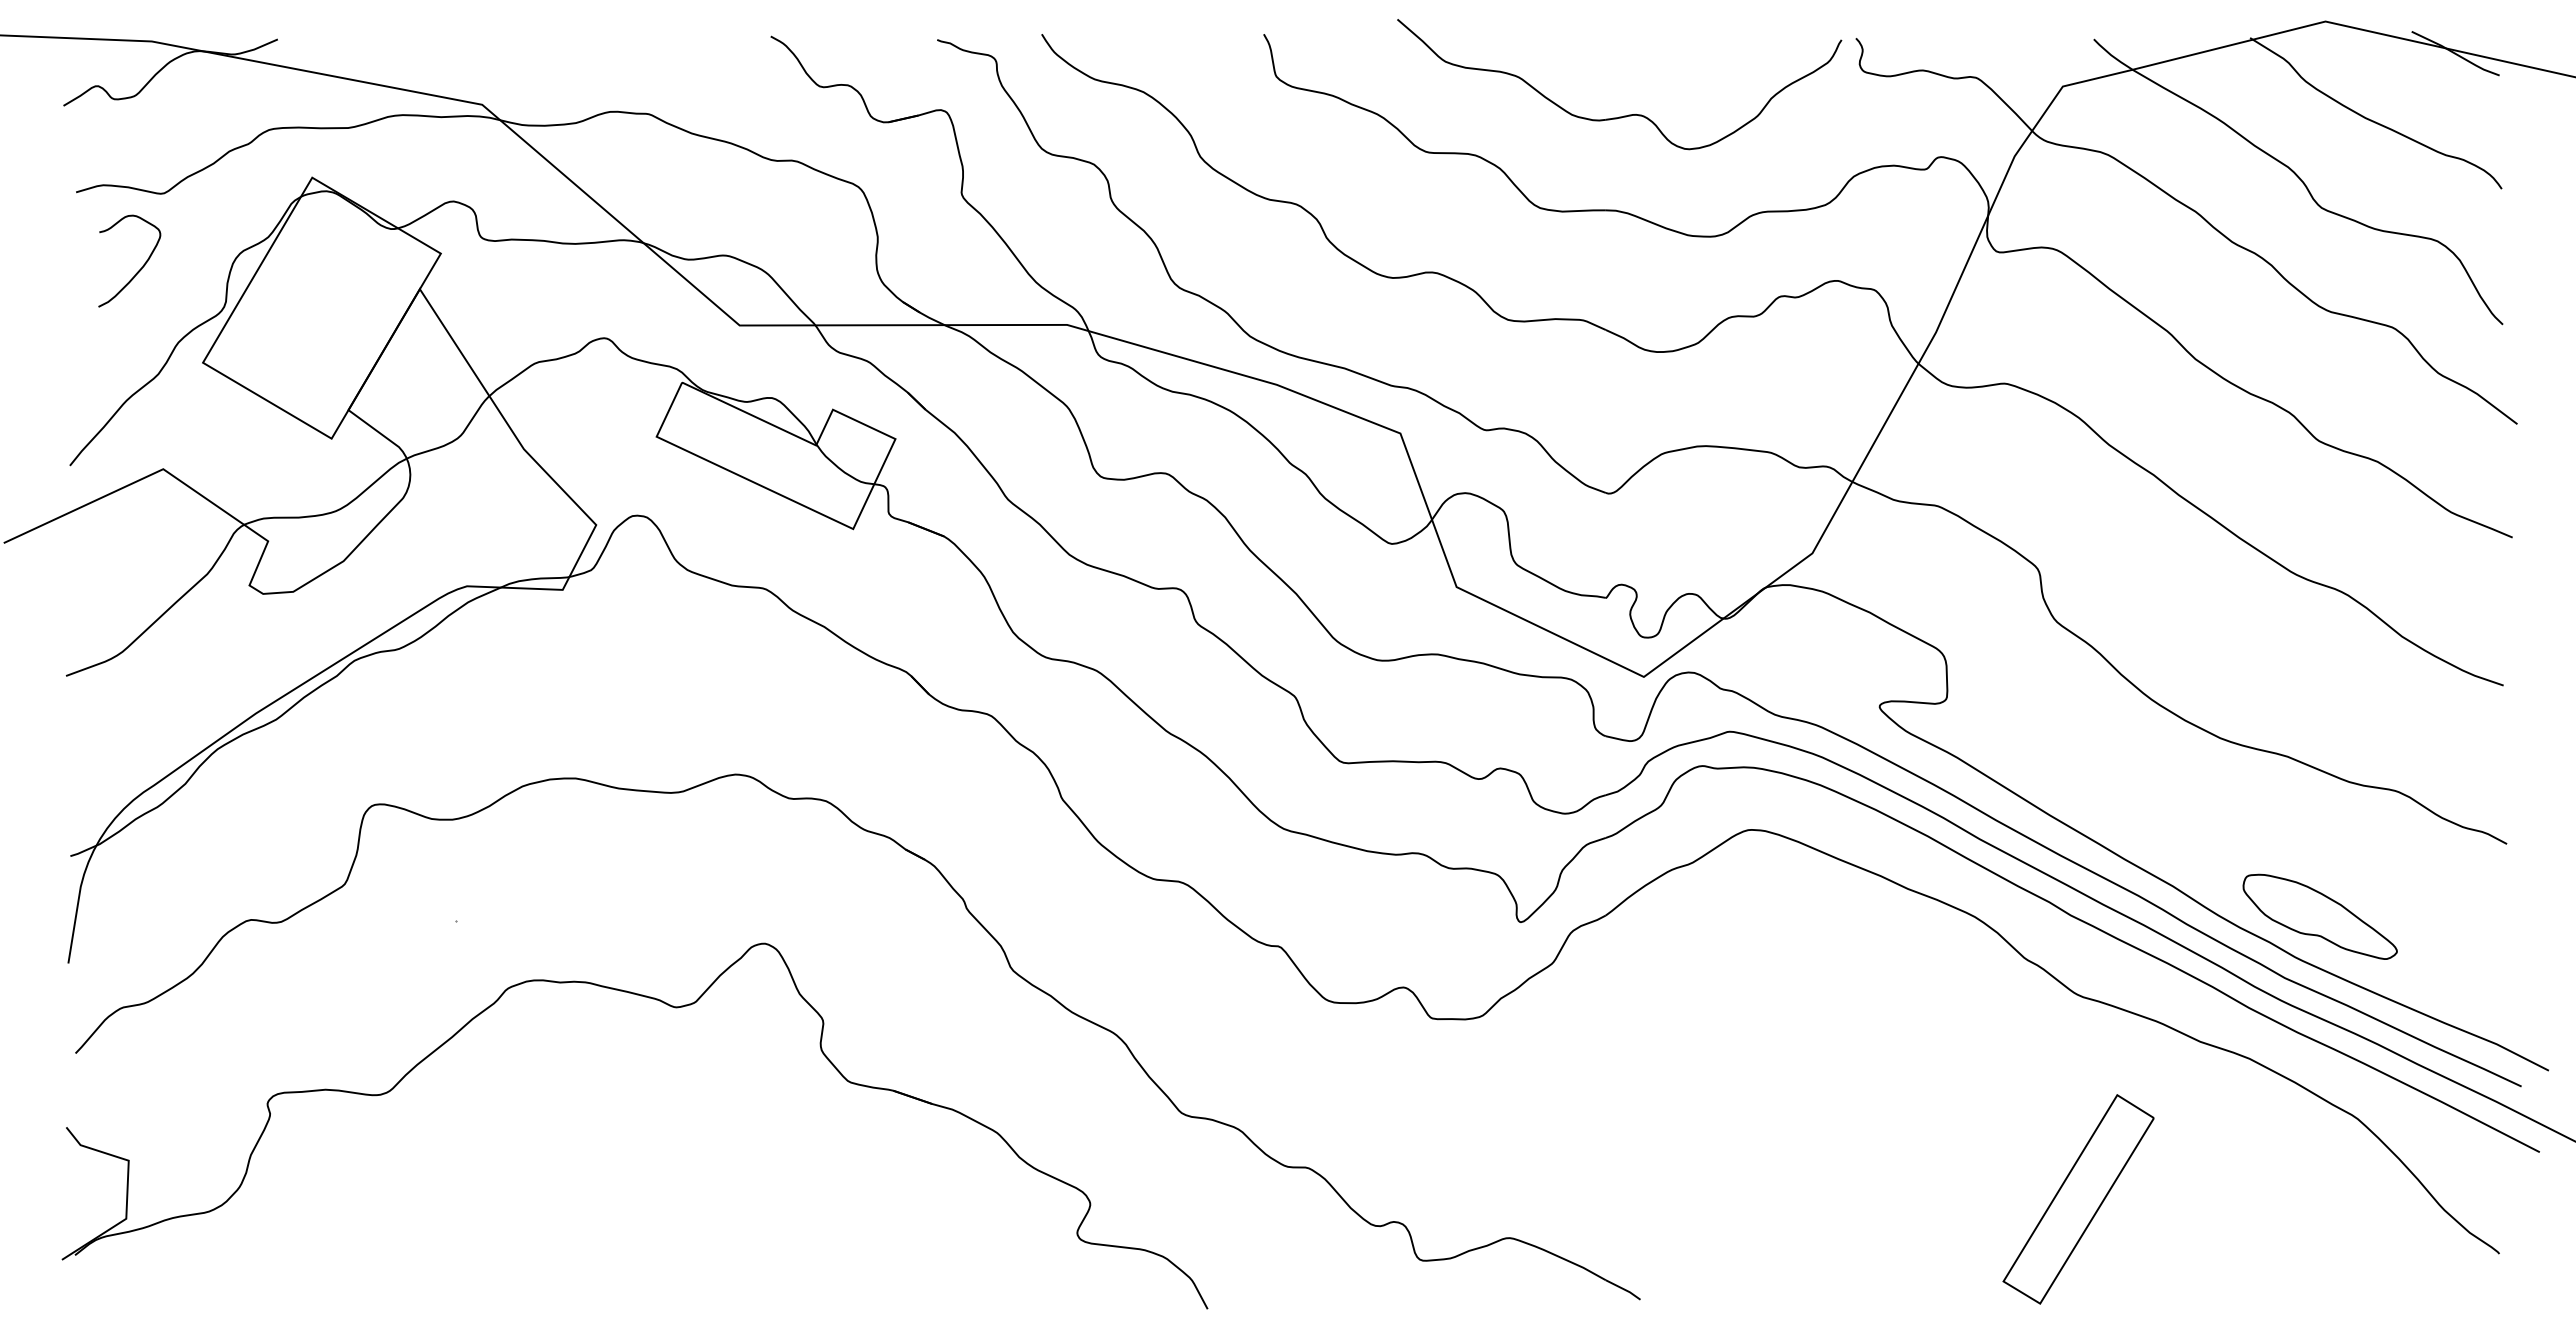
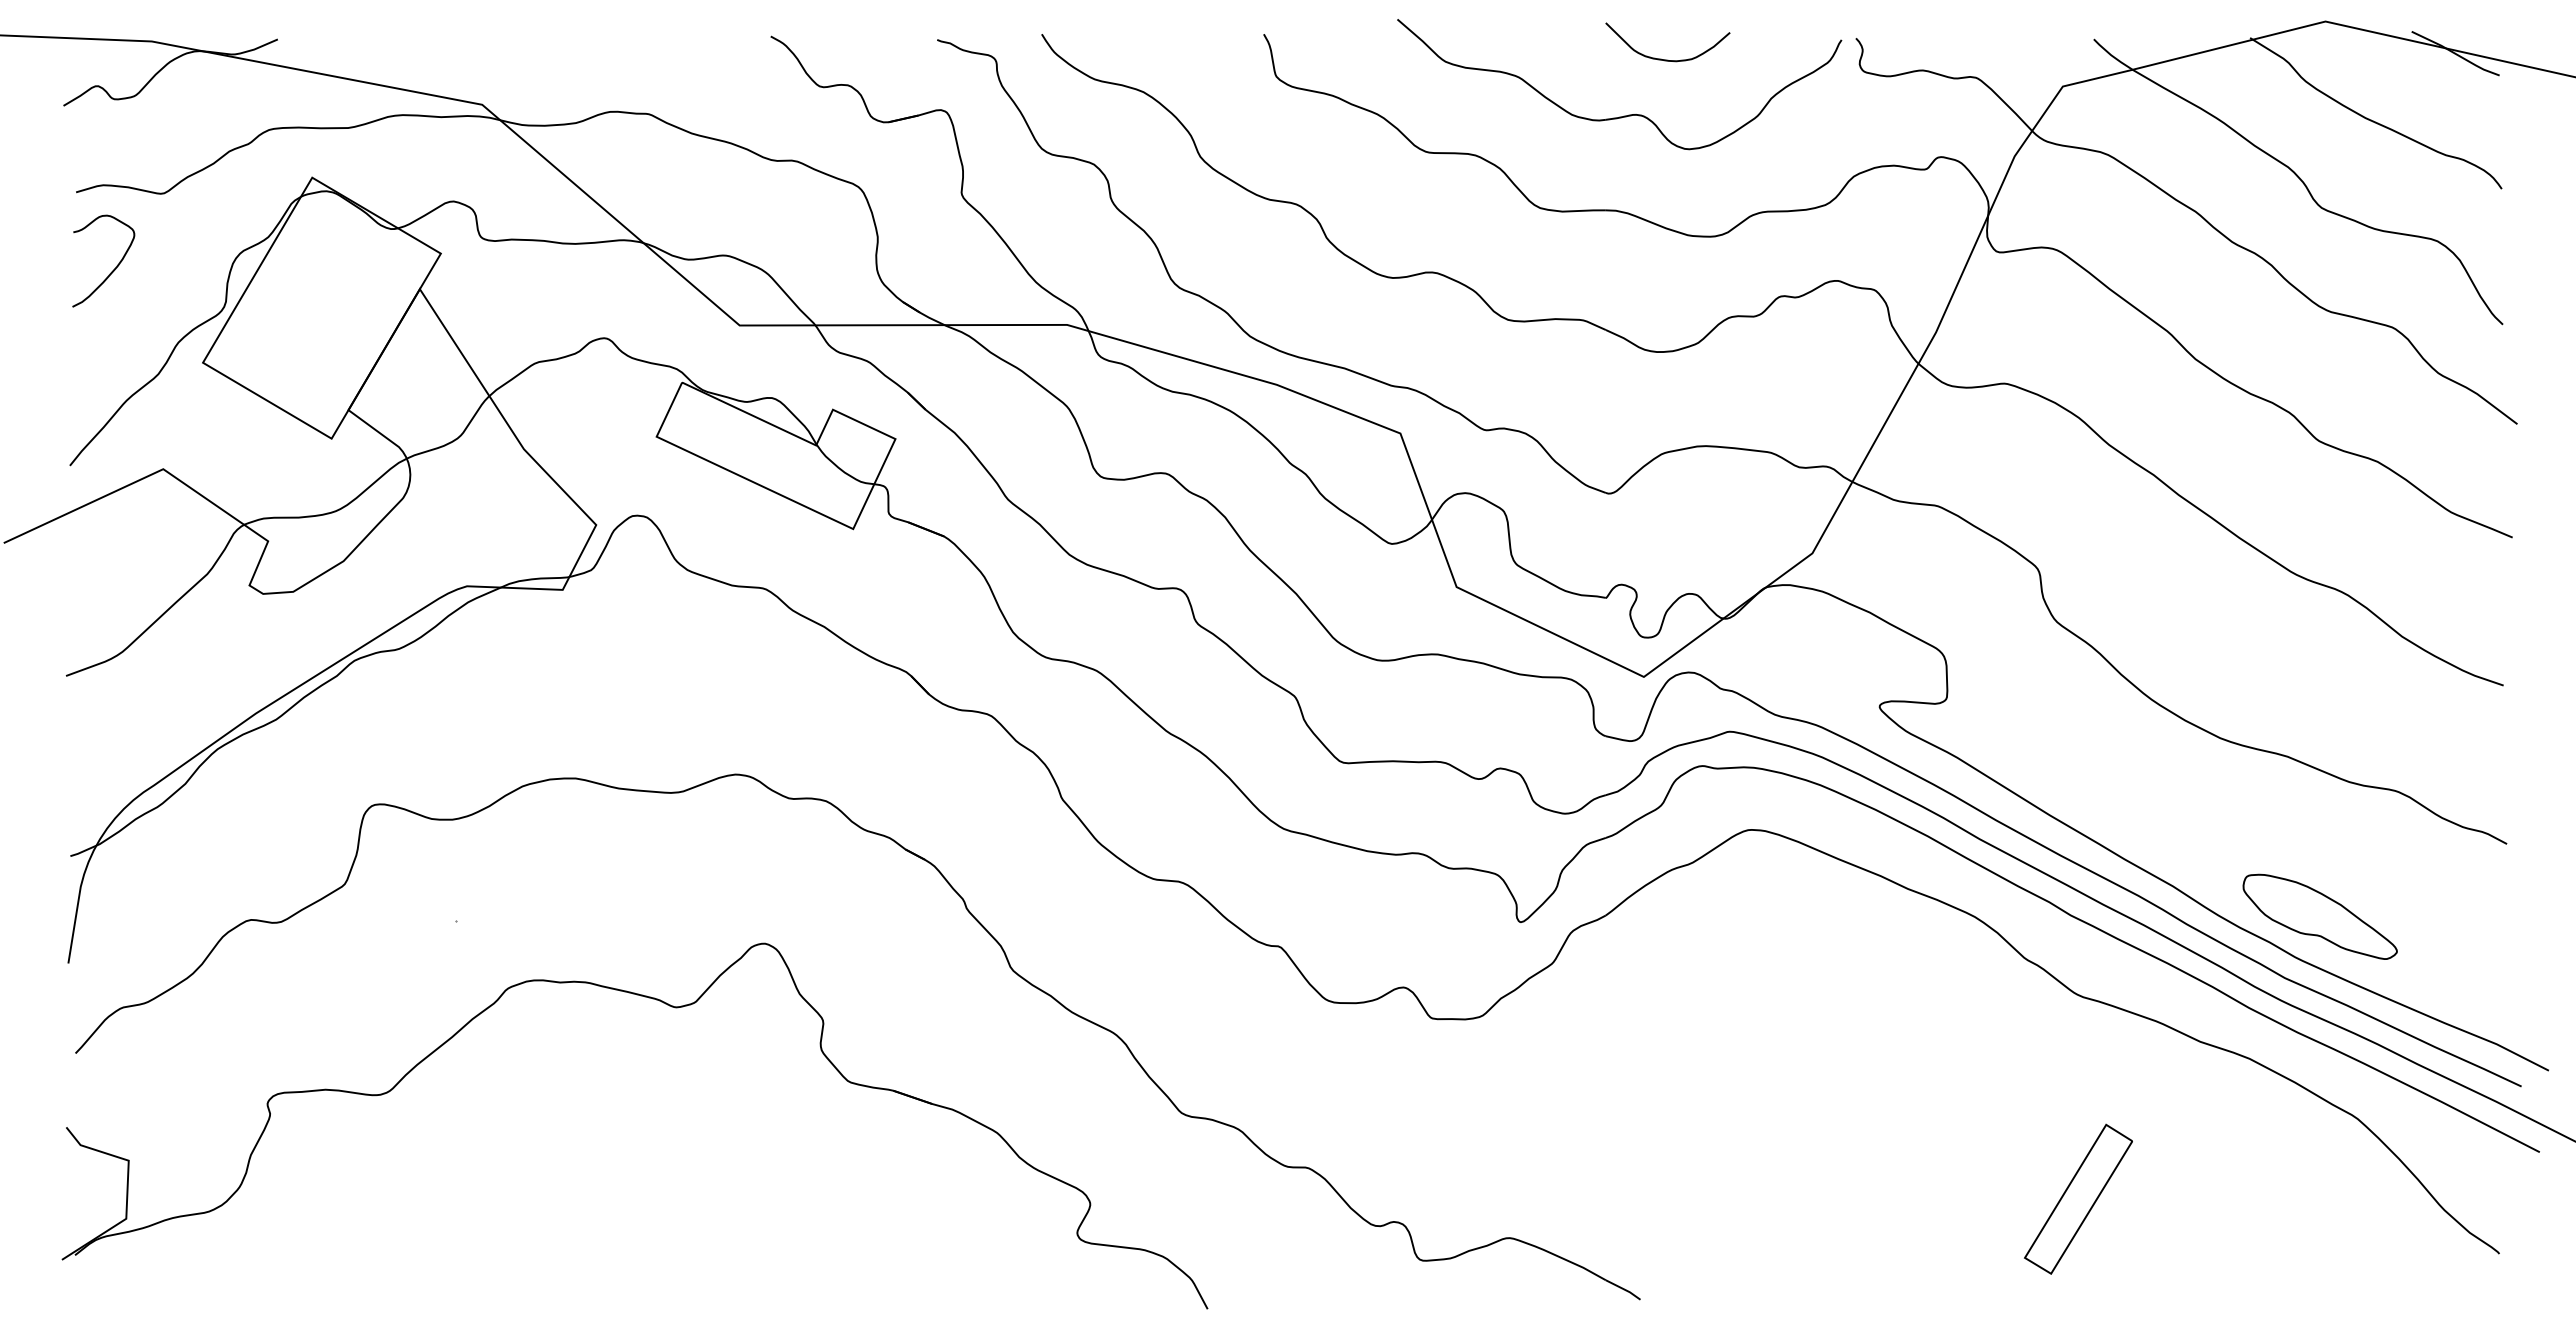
curve at (1667, 59): none -> present
curve at (139, 269) position: (139, 269) -> (113, 269)
part at (2078, 1199) size: 153x211 px -> 109x152 px
